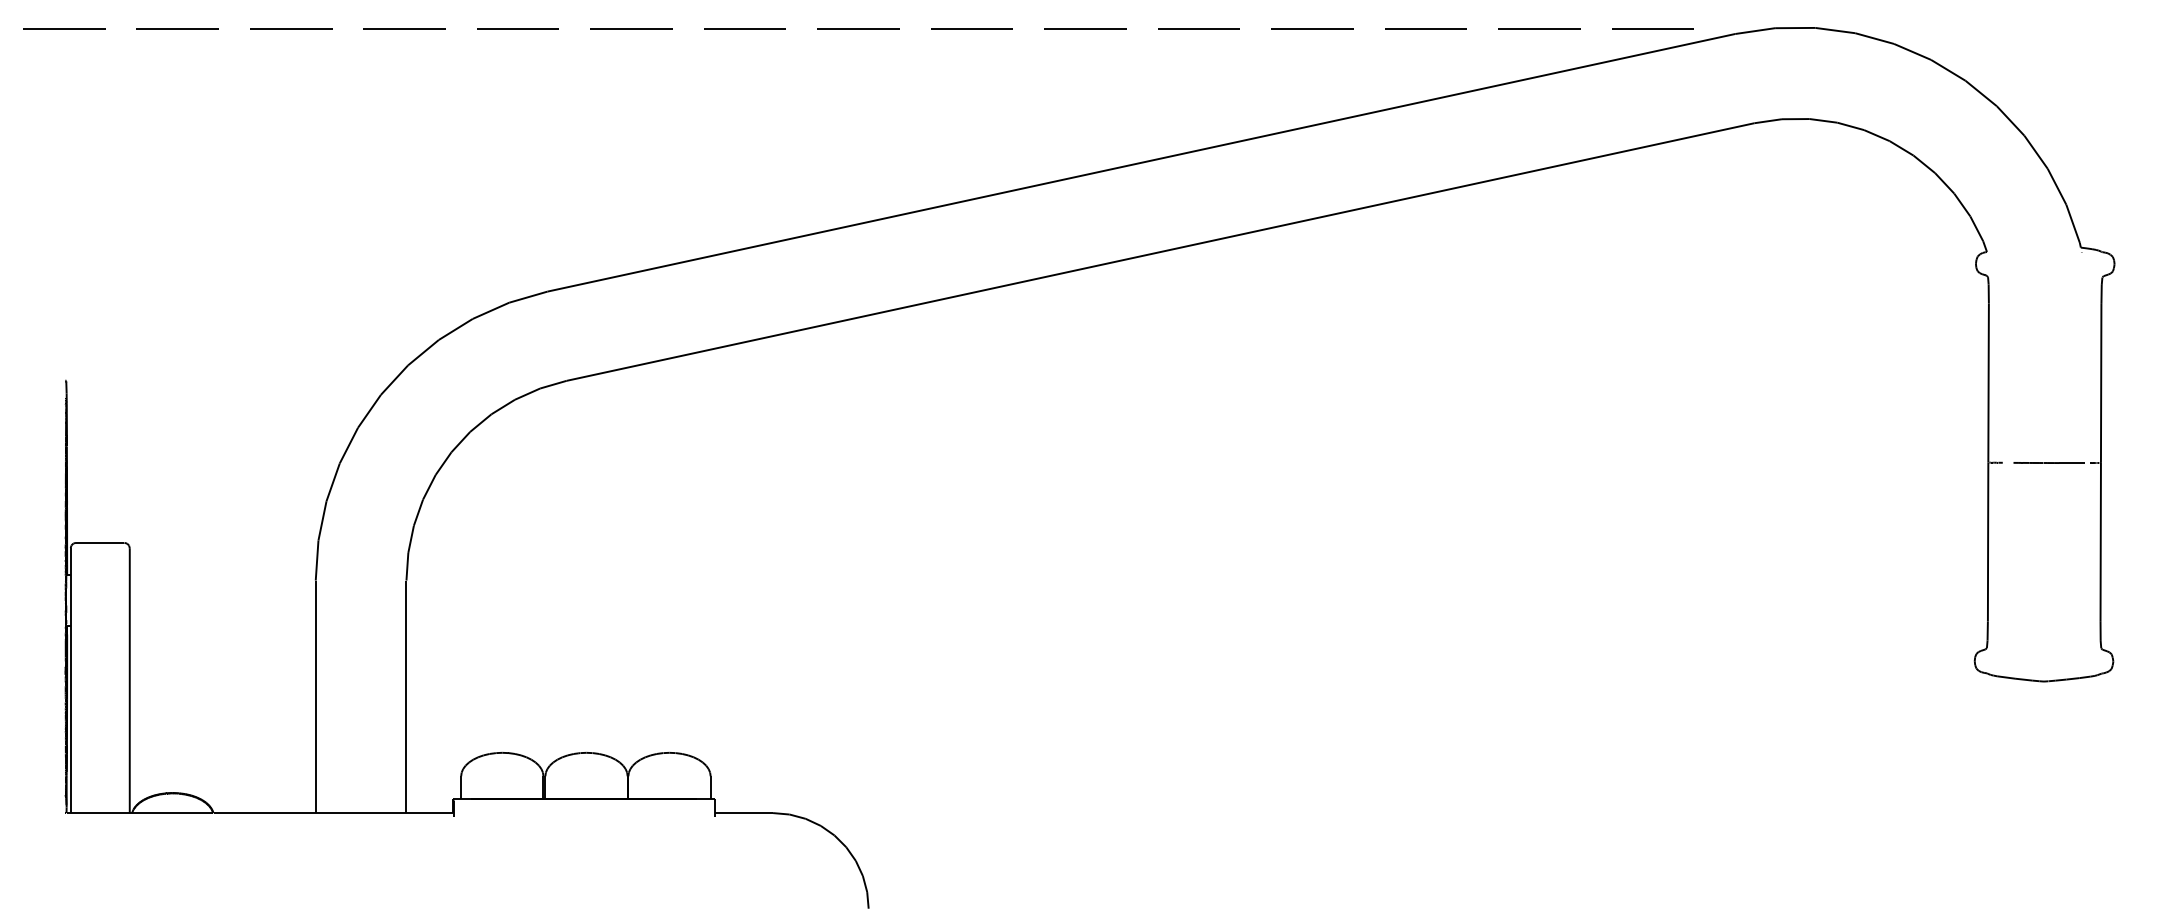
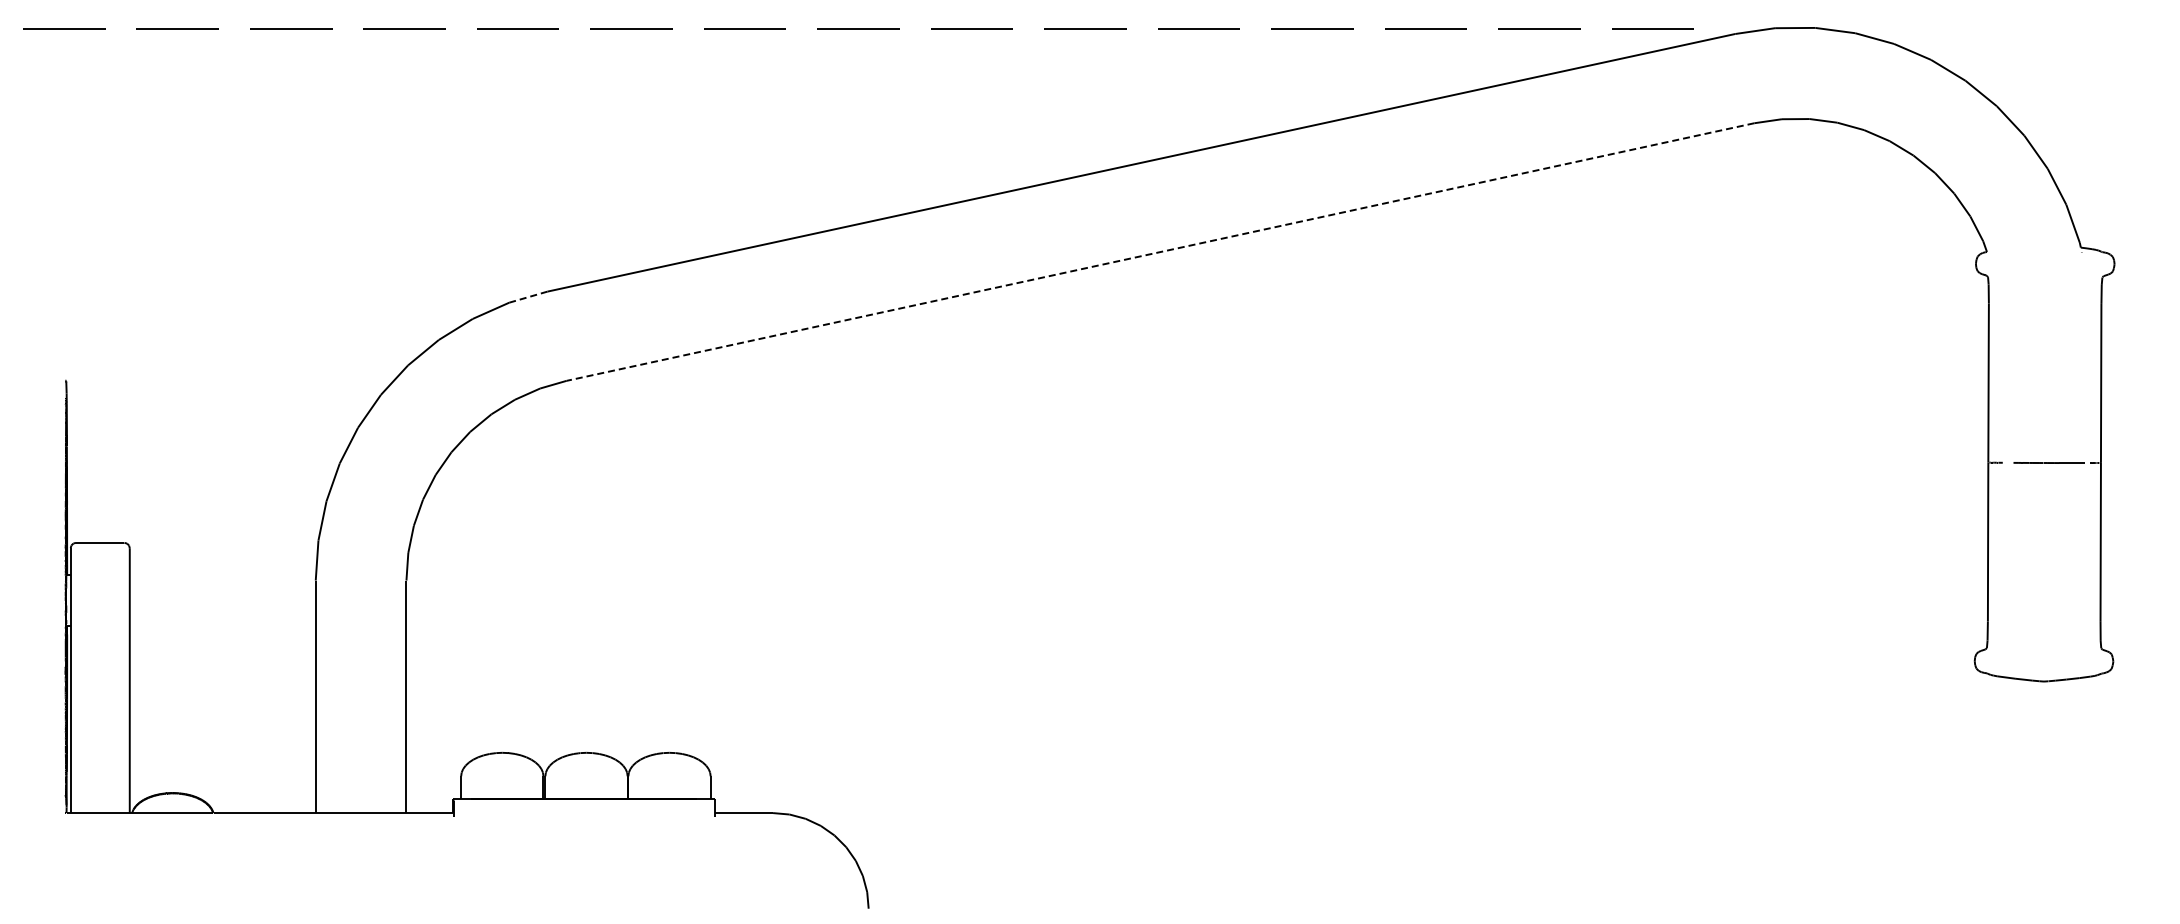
line at (1160, 252): solid -> dashed
line at (528, 297): solid -> dashed
